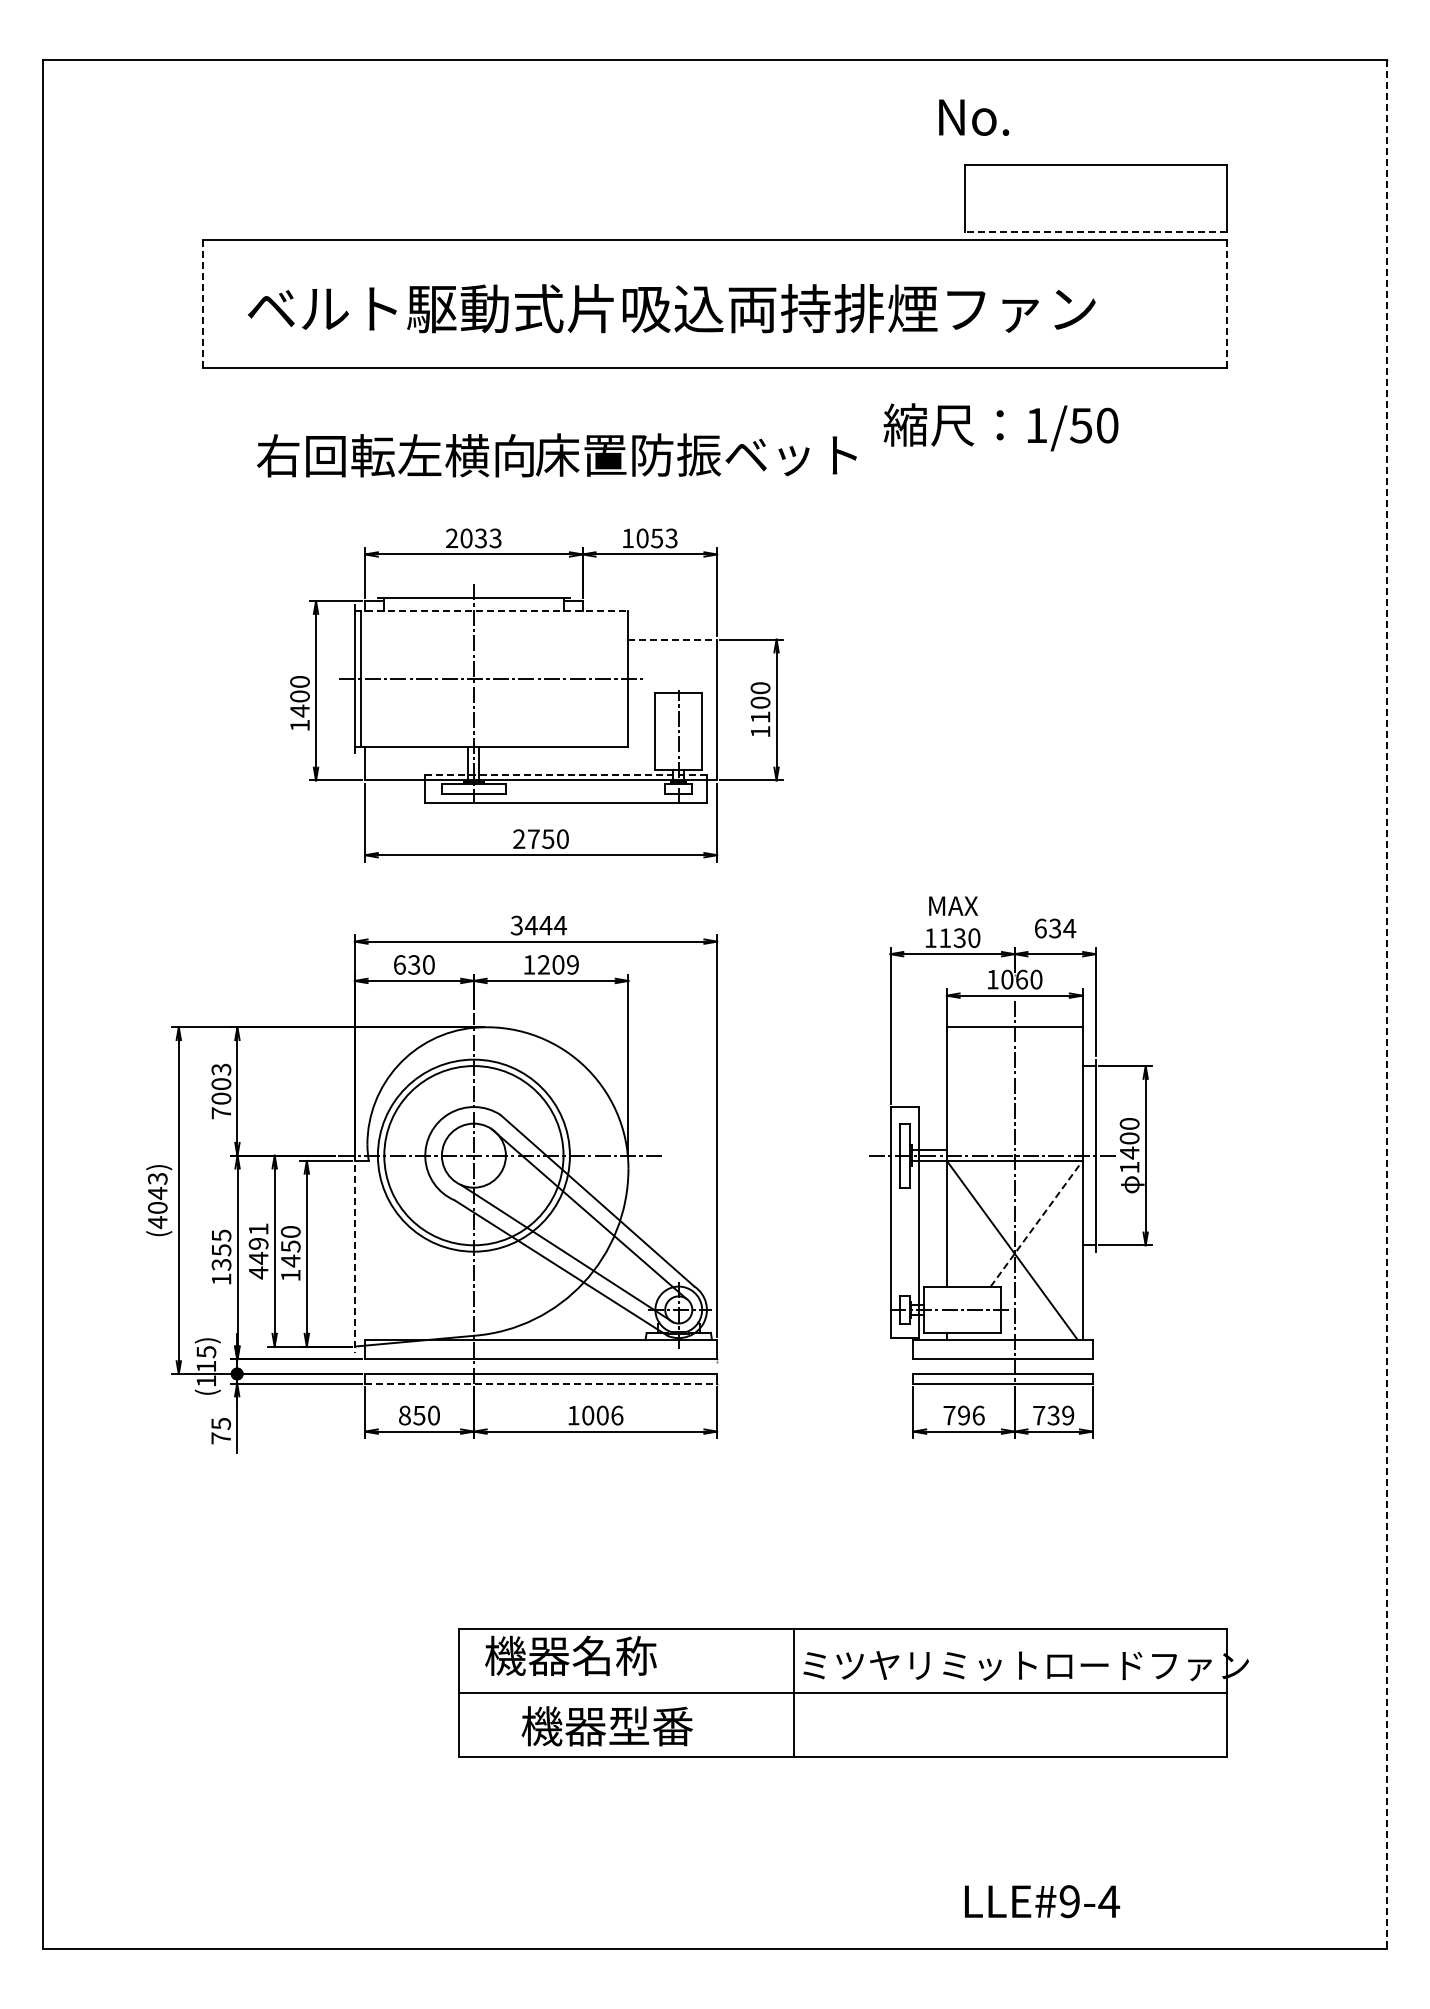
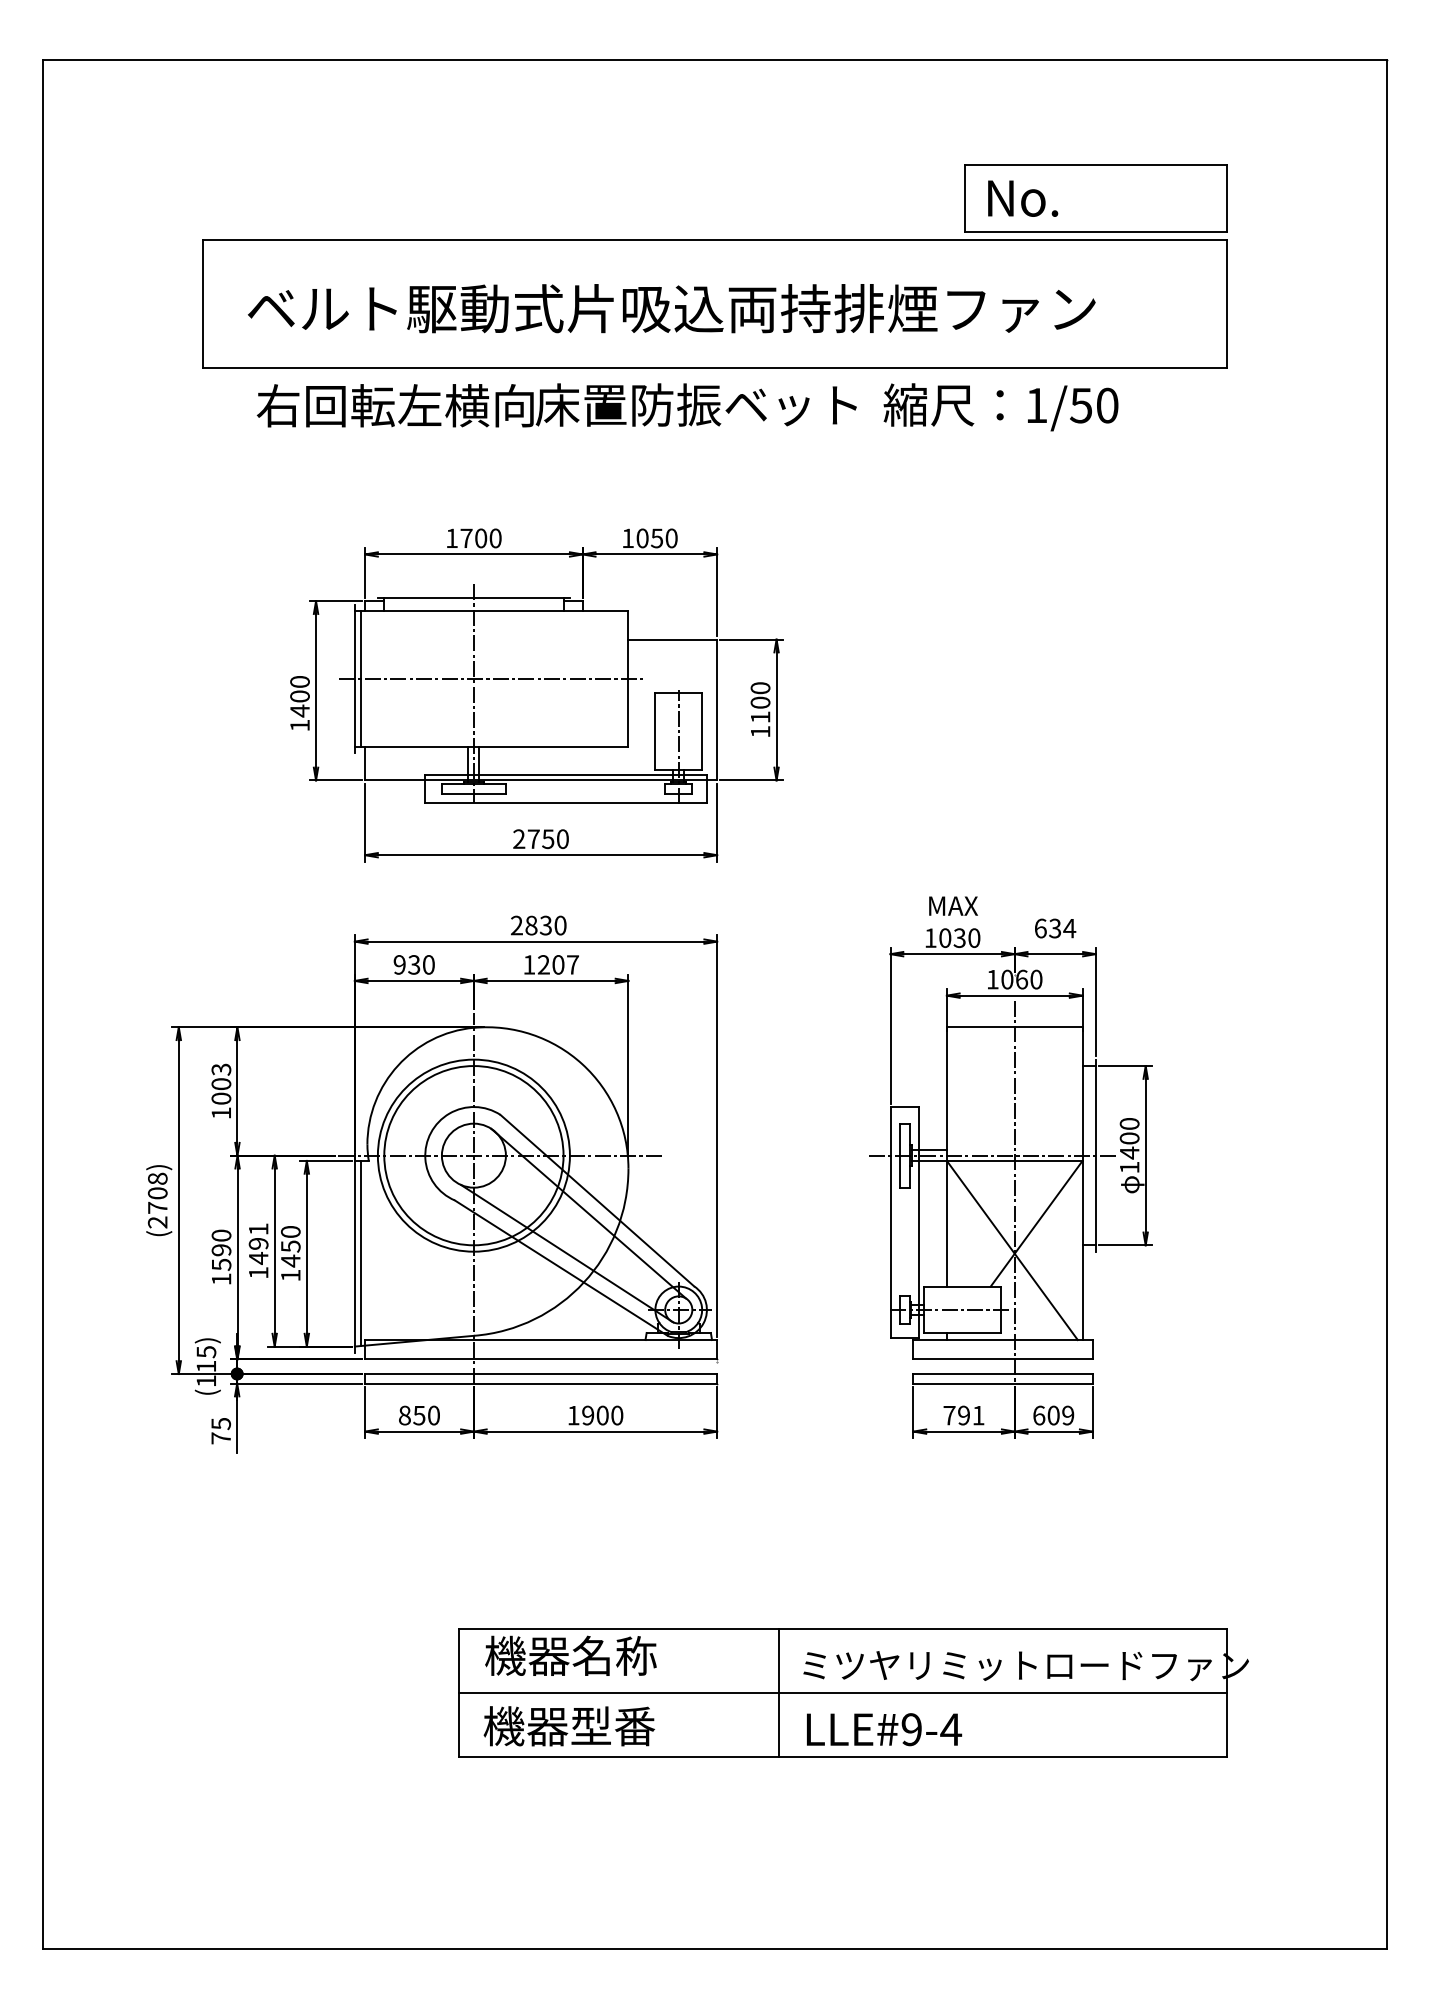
text at (974, 117) position: (974, 117) -> (1023, 198)
line at (1095, 232): dashed -> solid
line at (202, 304): dashed -> solid
line at (1227, 304): dashed -> solid
text at (1000, 427) position: (1000, 427) -> (1000, 407)
text at (556, 455) position: (556, 455) -> (556, 405)
text at (473, 538): 2033 -> 1700
text at (671, 538): 1053 -> 1050
line at (491, 611): dashed -> solid
line at (673, 639): dashed -> solid
line at (566, 775): dashed -> solid
text at (538, 925): 3444 -> 2830
text at (945, 938): 1130 -> 1030
text at (399, 964): 630 -> 930
text at (572, 964): 1209 -> 1207
line at (1387, 1004): dashed -> solid
text at (220, 1113): 7003 -> 1003
text at (157, 1200): (4043) -> (2708)
line at (1036, 1223): dashed -> solid
text at (221, 1249): 1355 -> 1590
line at (361, 1252): none -> present
line at (354, 1253): dashed -> solid
text at (258, 1272): 4491 -> 1491
line at (541, 1383): dashed -> solid
text at (602, 1415): 1006 -> 1900
text at (978, 1415): 796 -> 791
text at (1046, 1415): 739 -> 609
line at (794, 1692) position: (794, 1692) -> (779, 1692)
text at (607, 1726) position: (607, 1726) -> (569, 1726)
text at (1042, 1901) position: (1042, 1901) -> (884, 1729)
